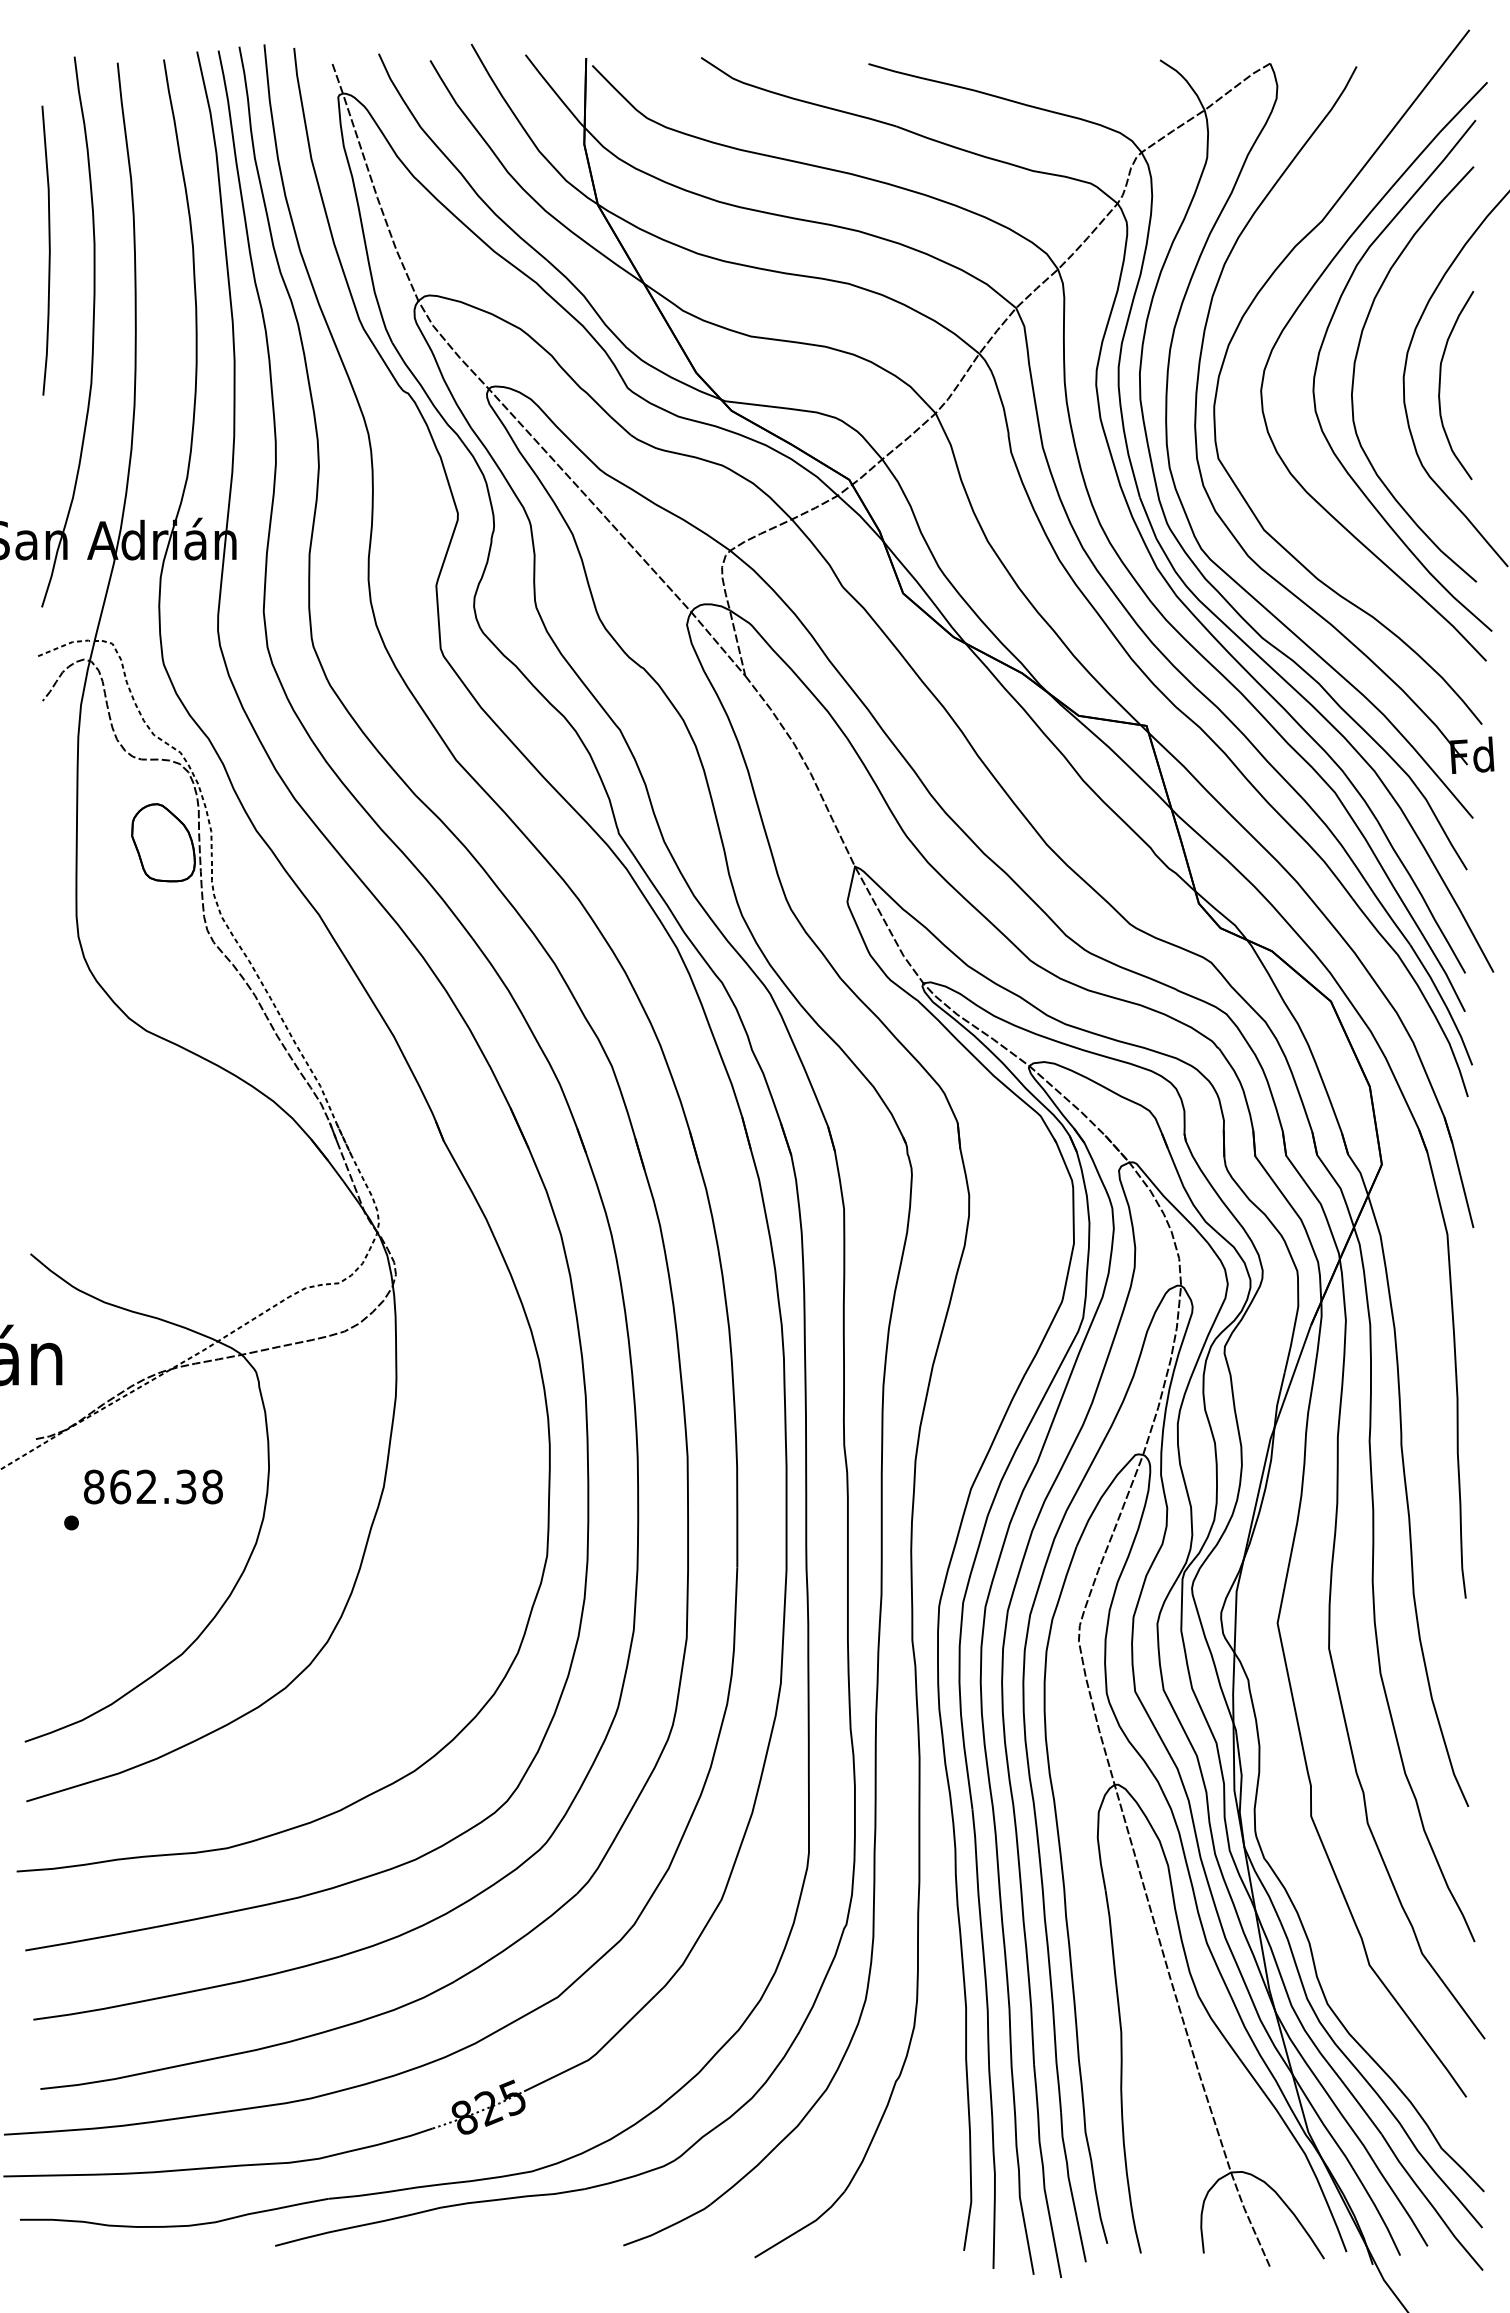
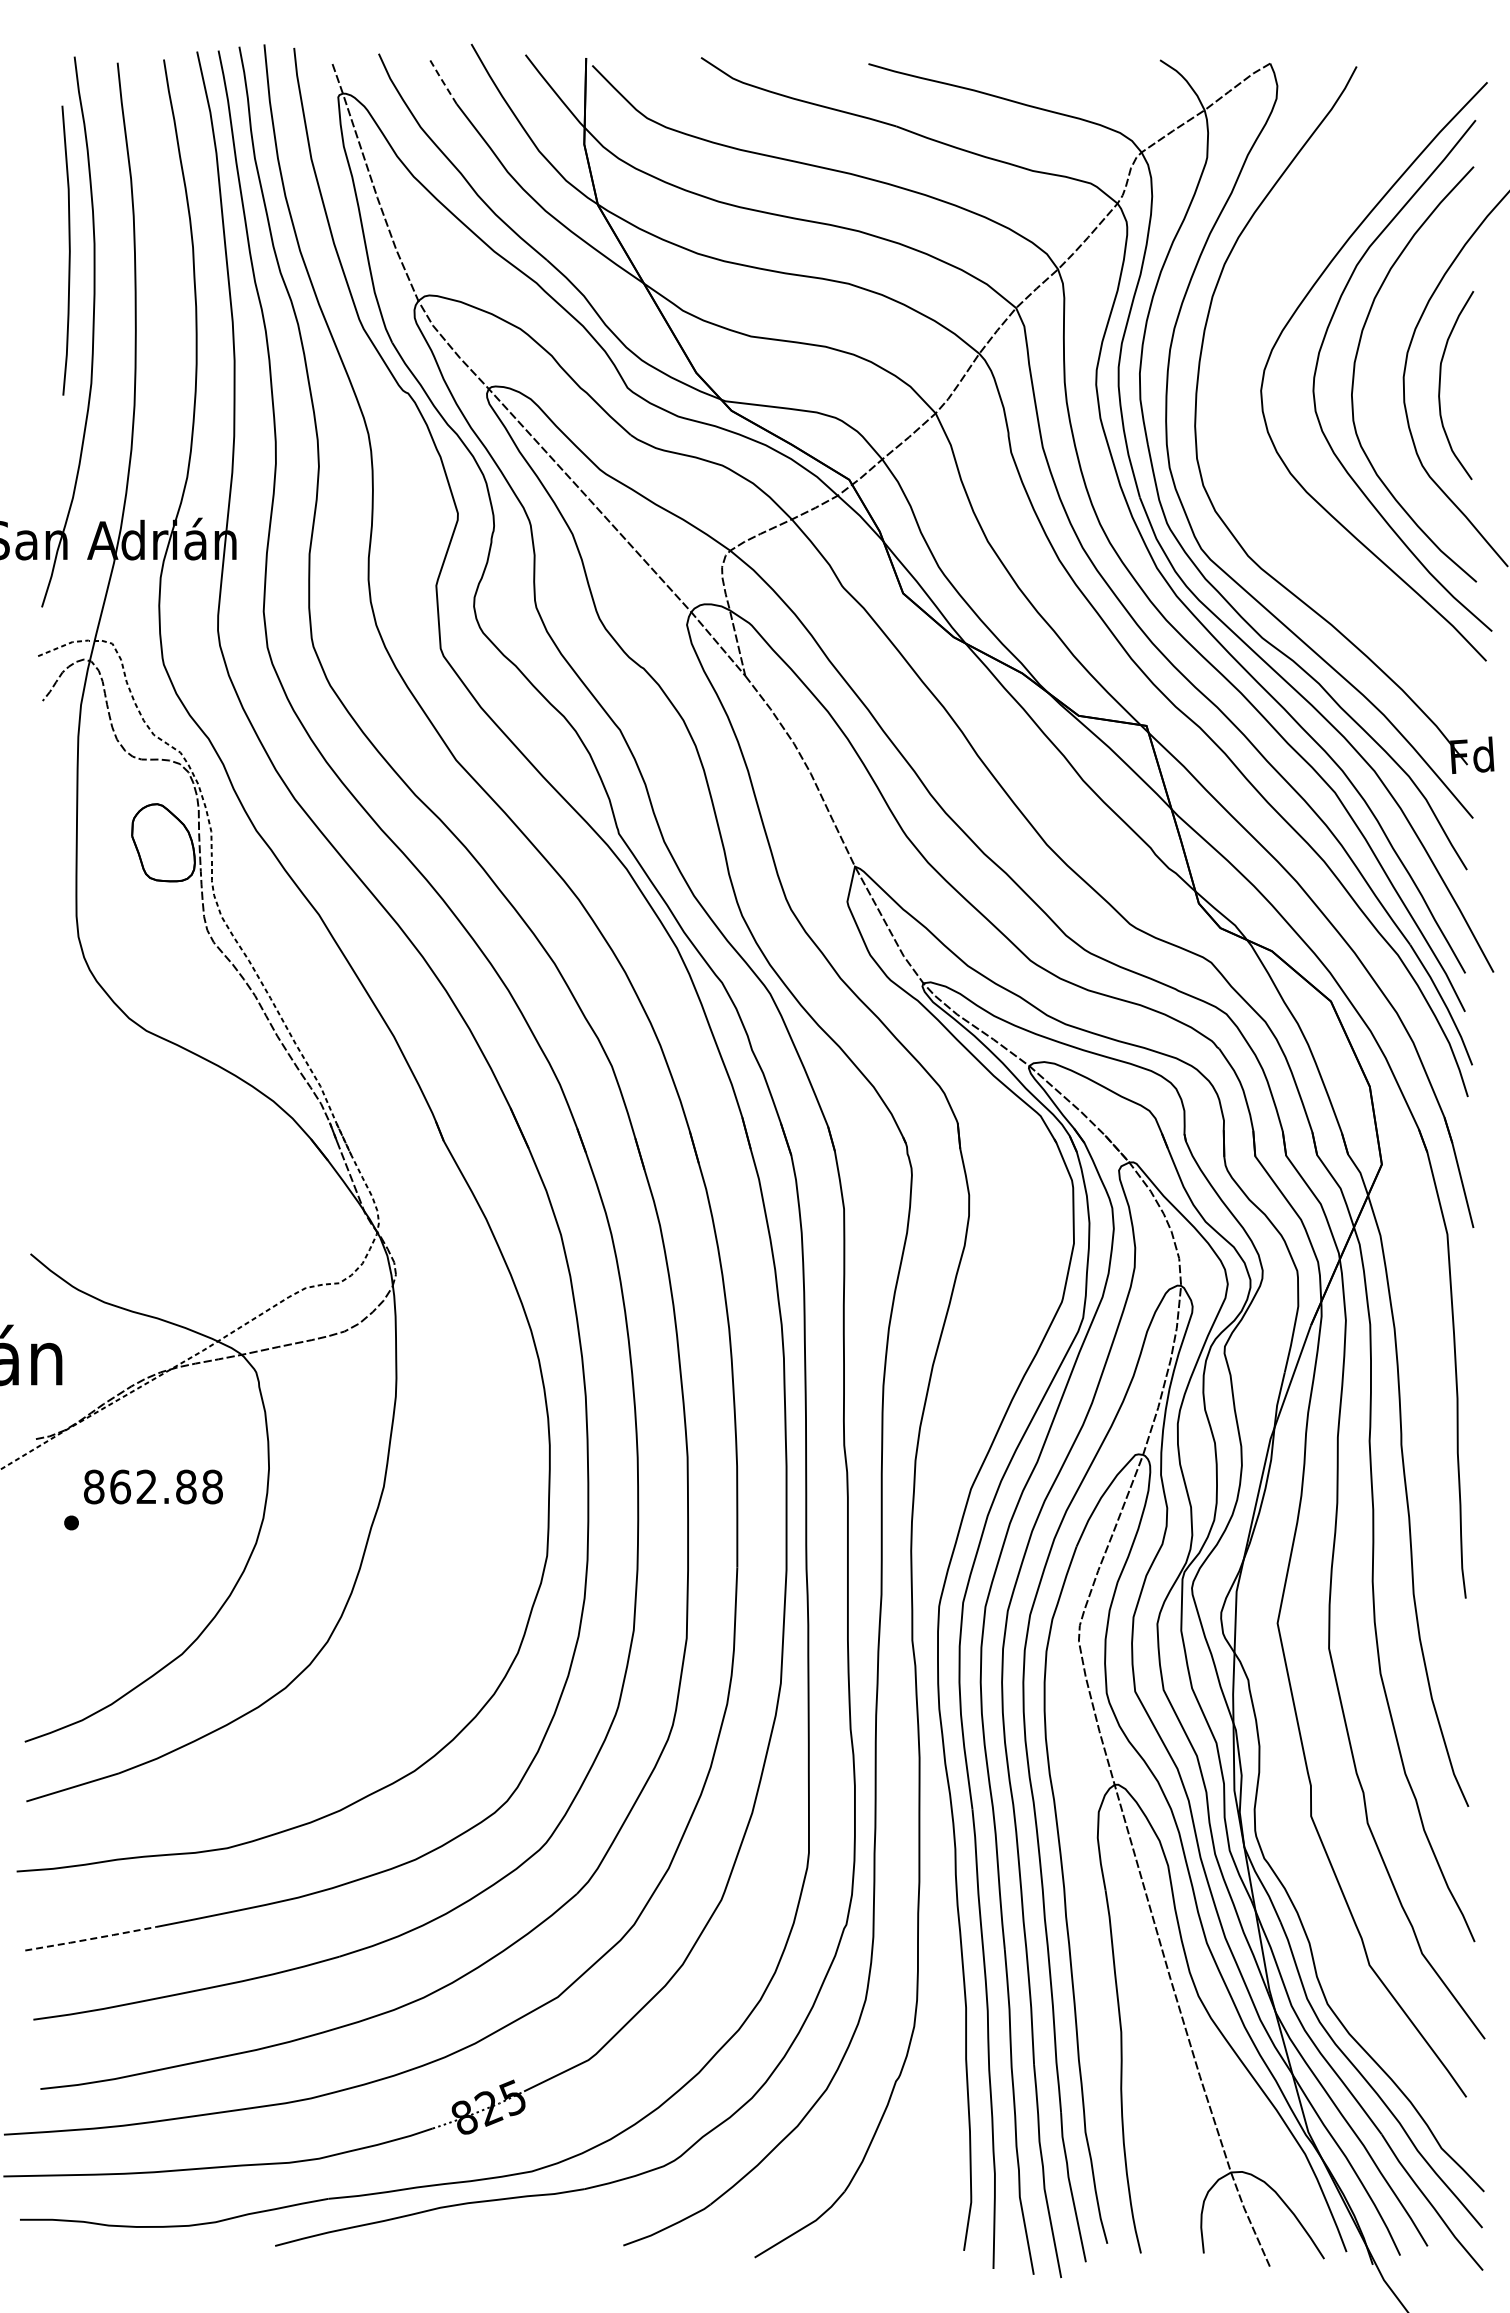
line at (443, 82): solid -> dashed
curve at (48, 249) position: (48, 249) -> (68, 249)
curve at (1244, 316): present -> none
text at (186, 1486): 862.38 -> 862.88
line at (90, 1939): solid -> dashed
